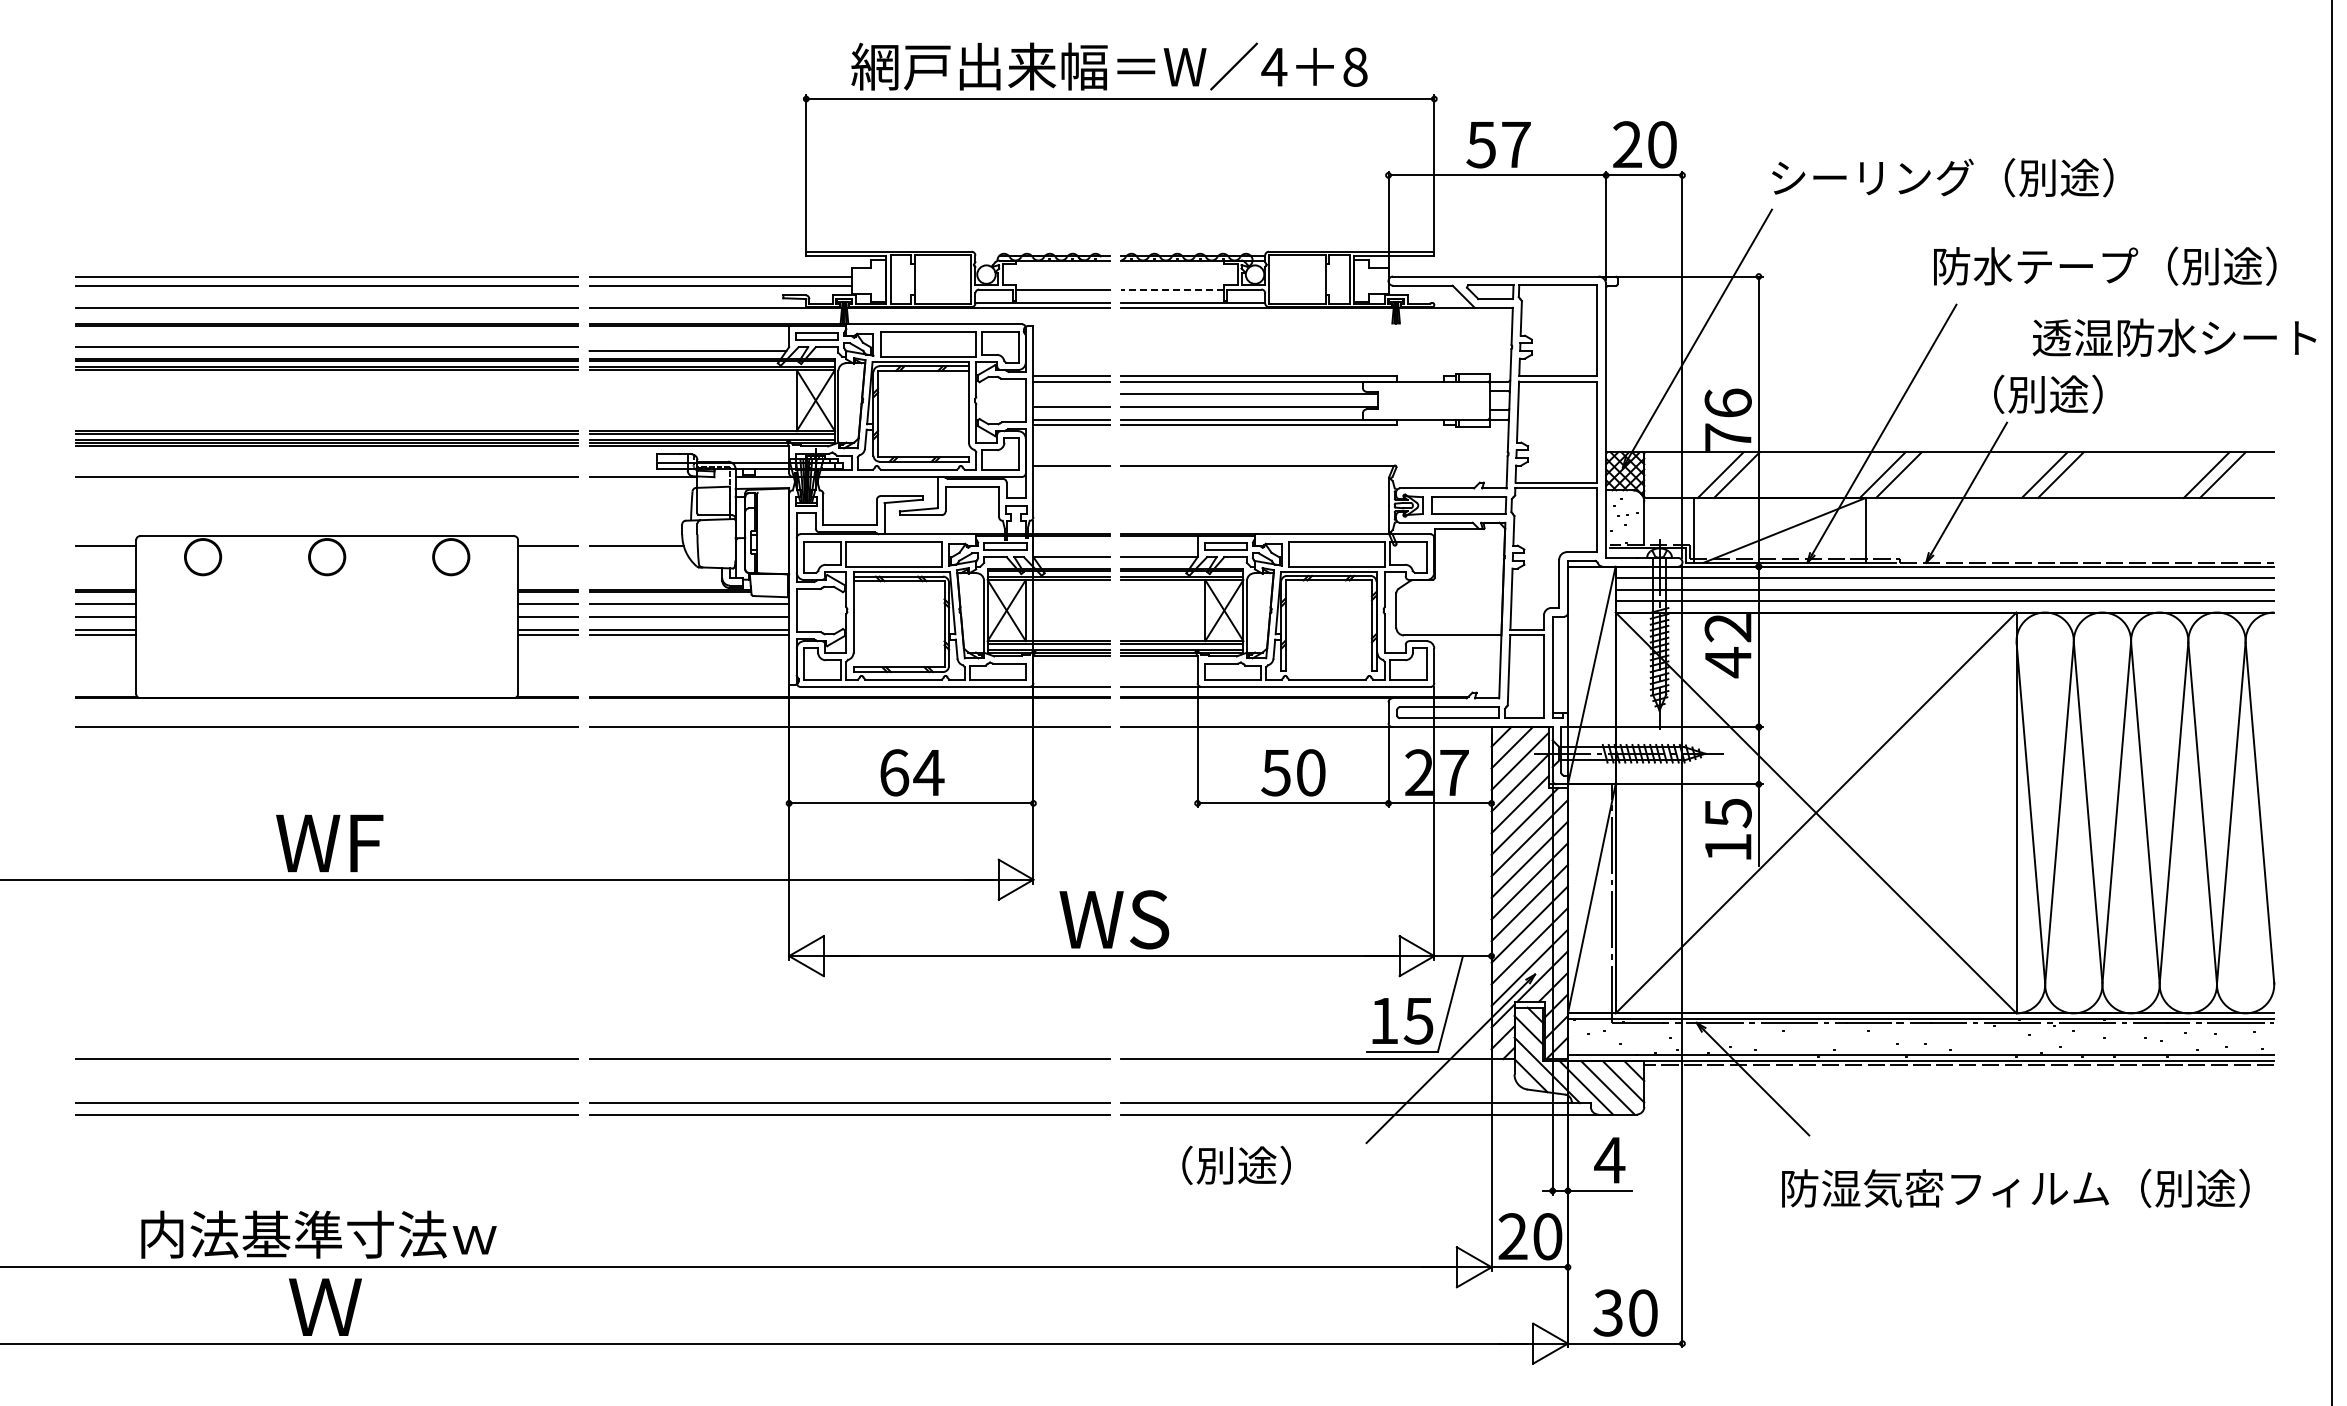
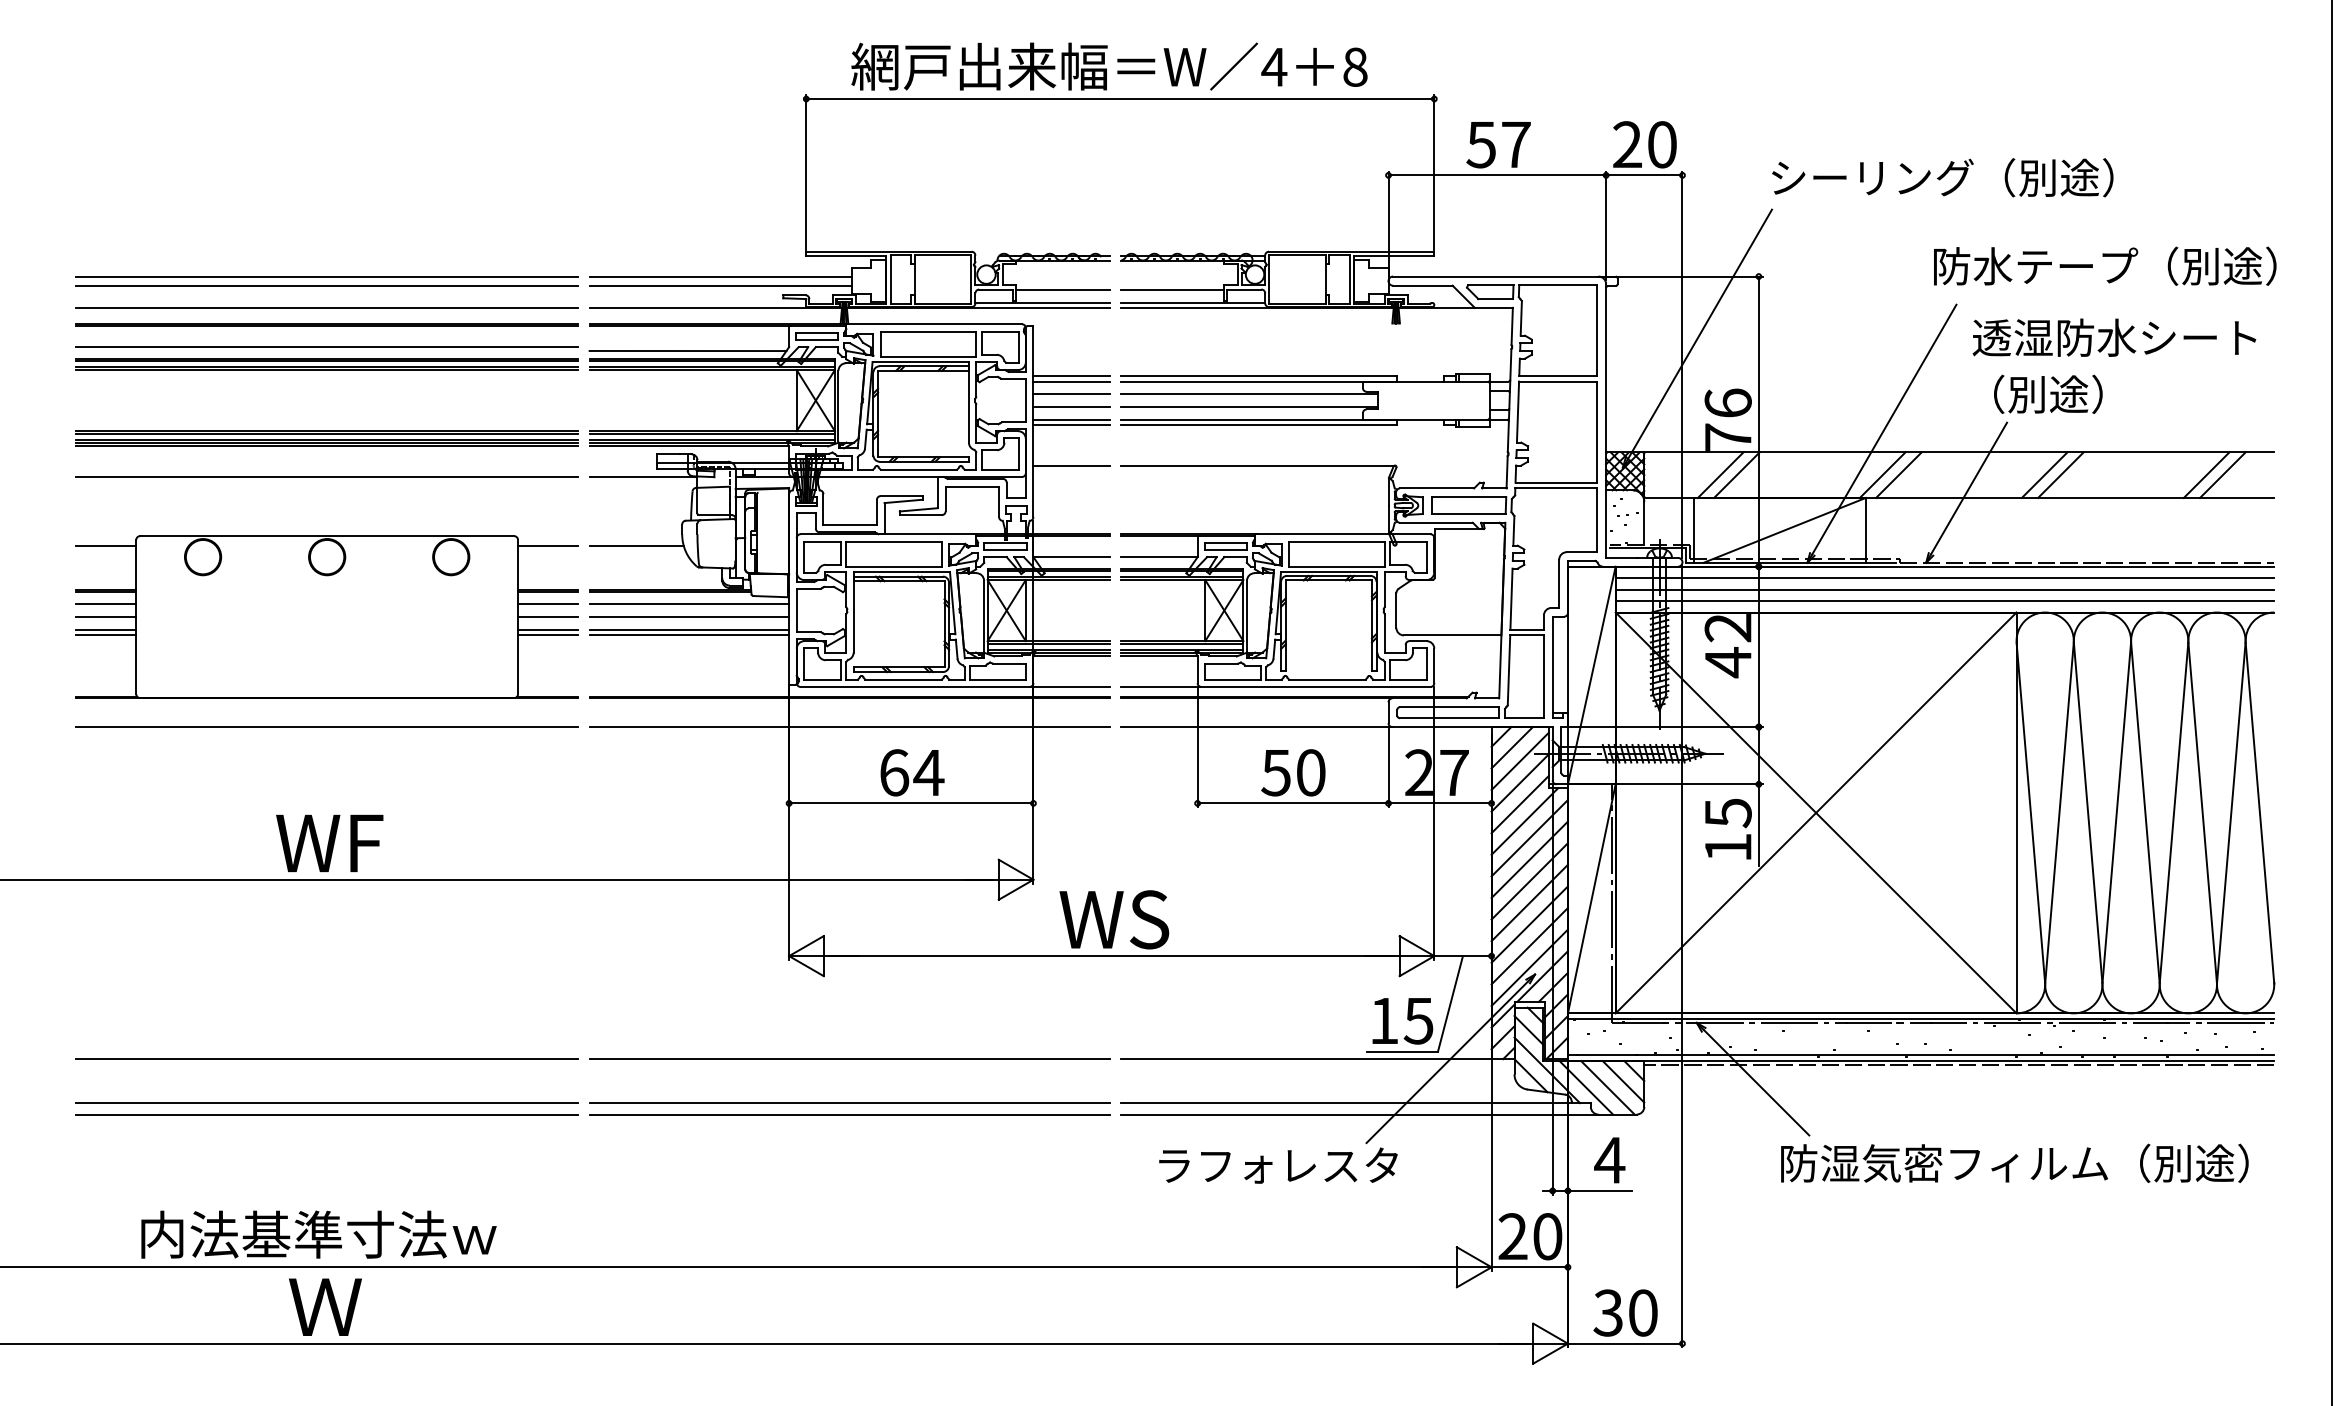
line at (1172, 289): dashed -> solid
text at (2174, 337) position: (2174, 337) -> (2114, 337)
line at (1071, 394): none -> present
text at (1278, 1165): （別途） -> ラフォレスタ
text at (2015, 1187) position: (2015, 1187) -> (2014, 1162)
